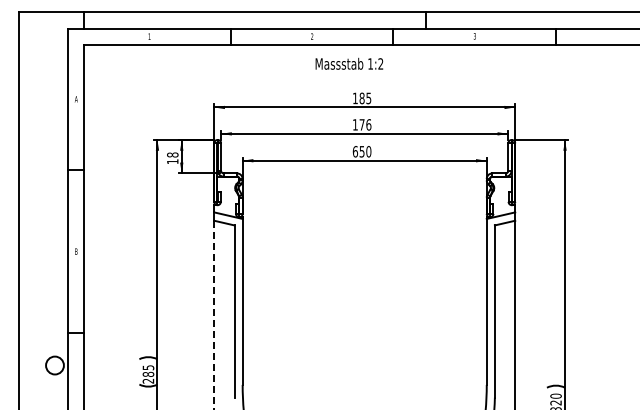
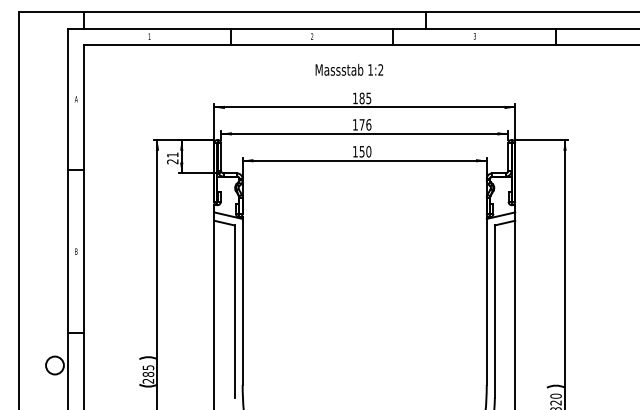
text at (349, 63) position: (349, 63) -> (349, 69)
text at (355, 151): 650 -> 150
text at (172, 158): 18 -> 21
line at (214, 315): dashed -> solid
